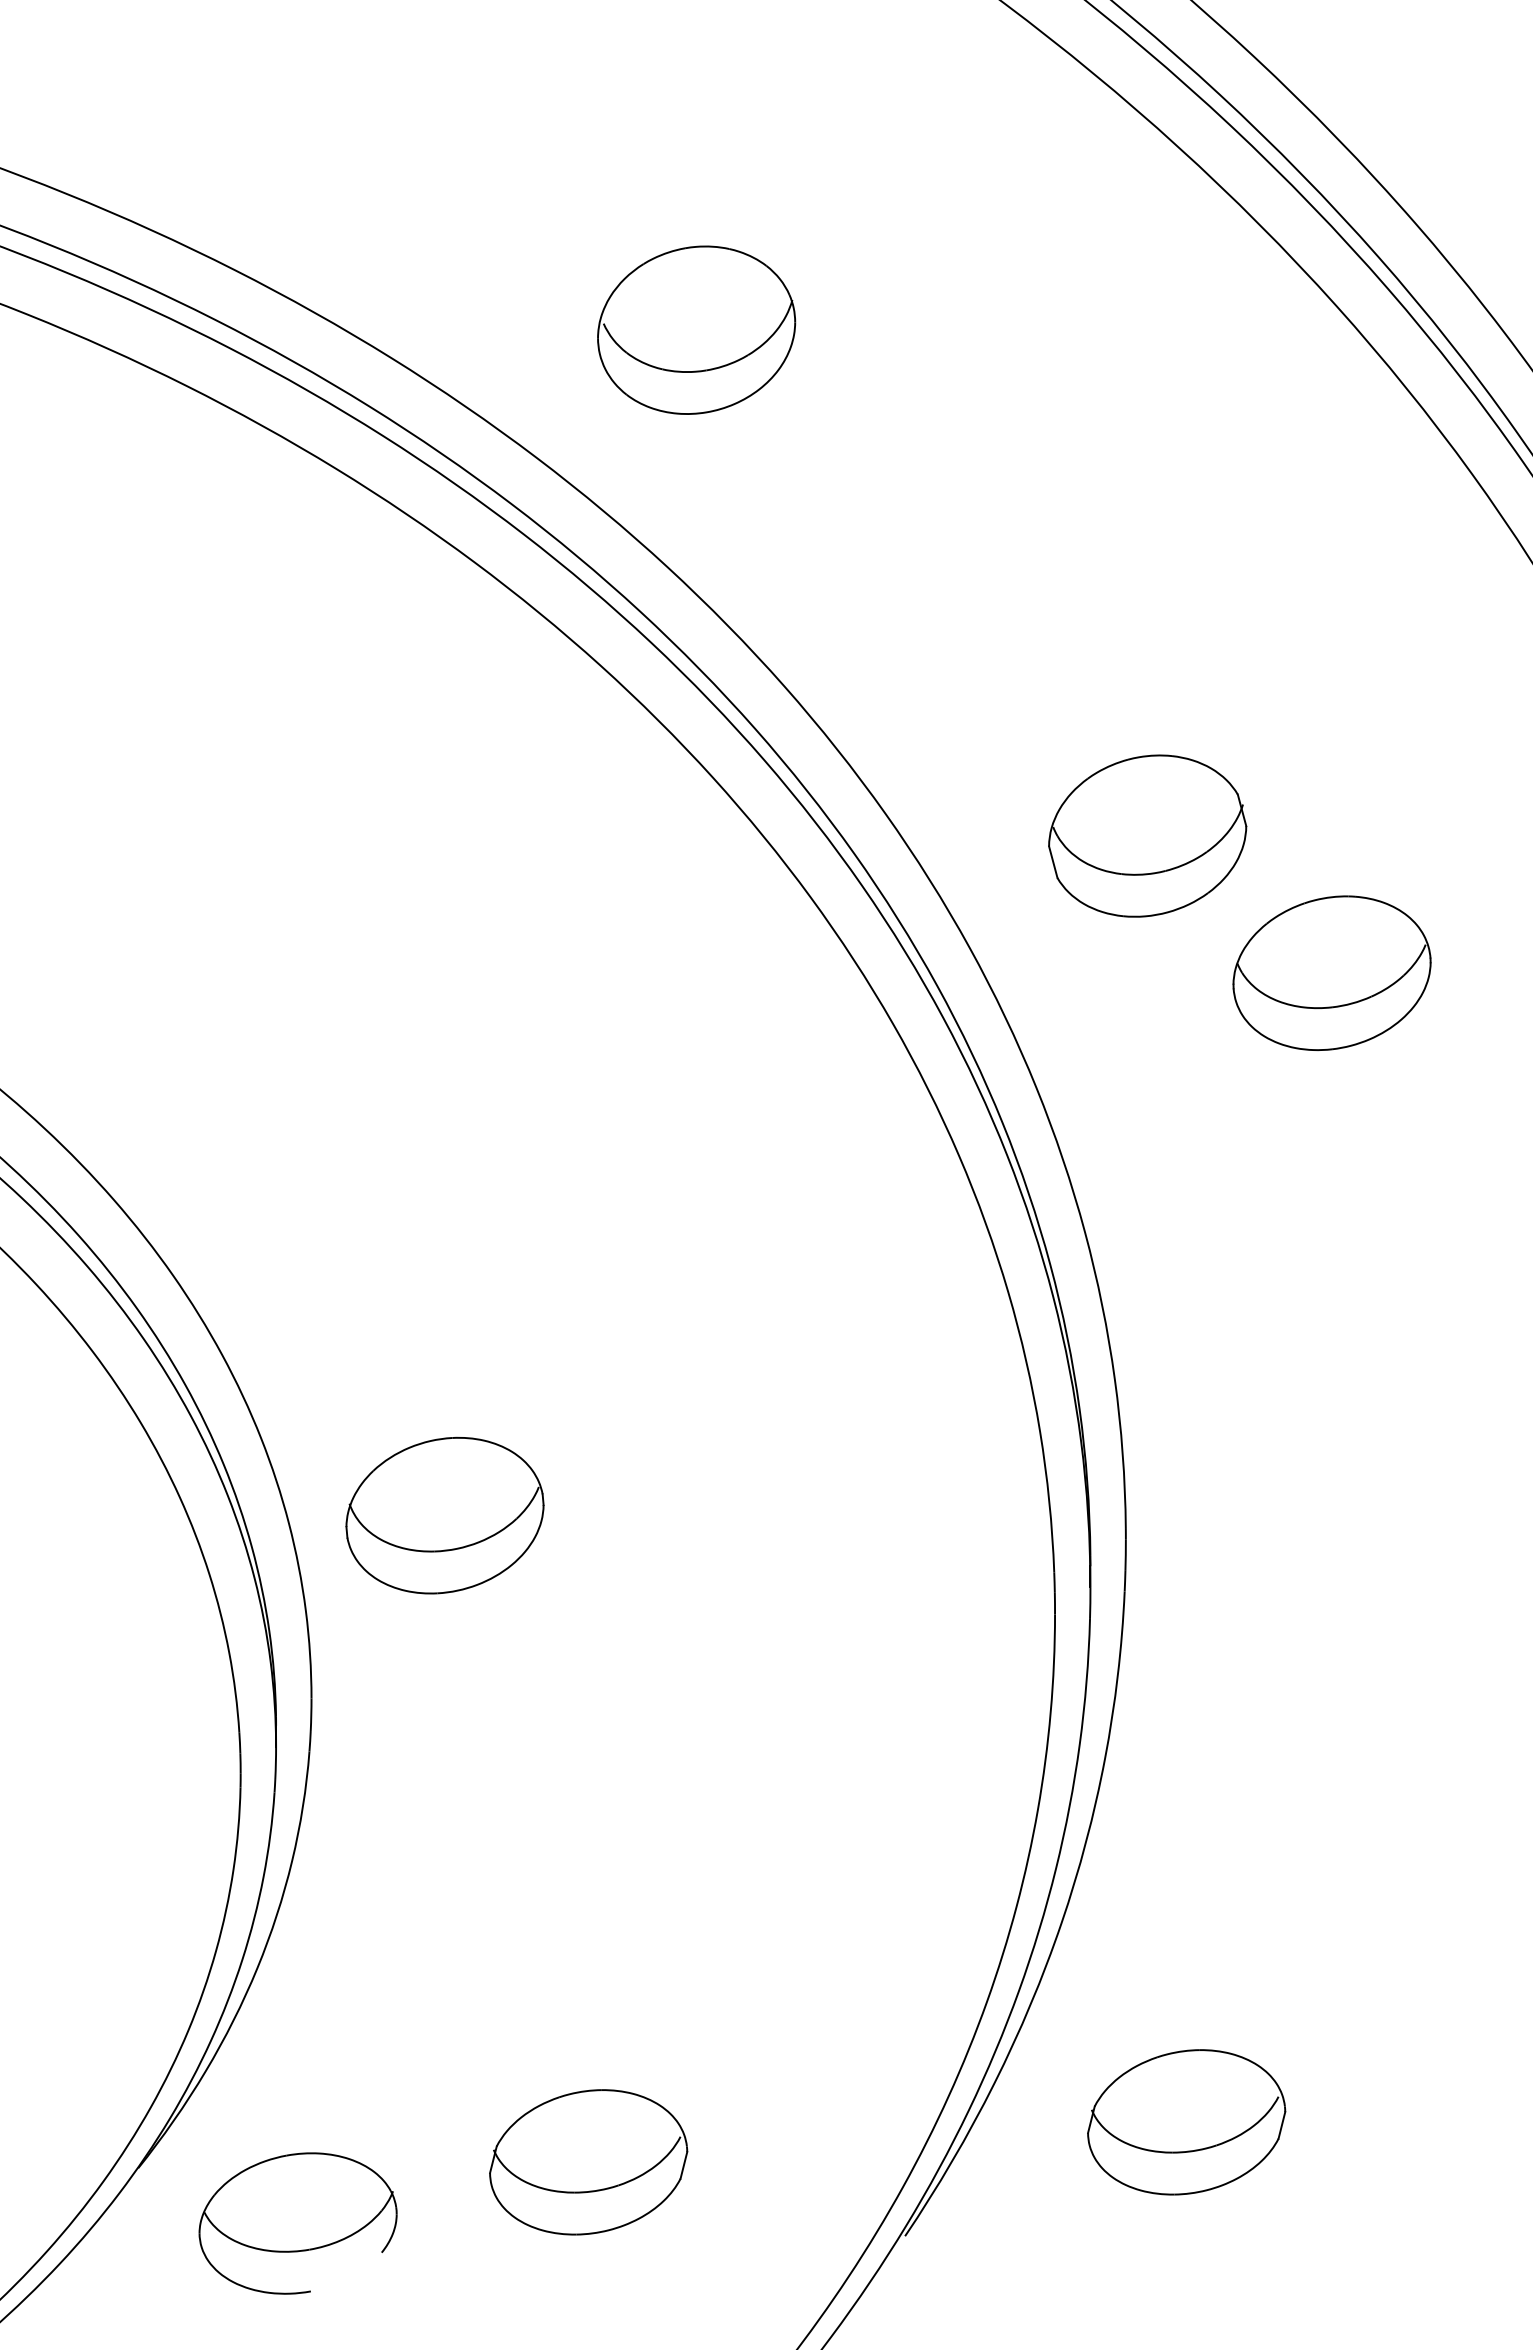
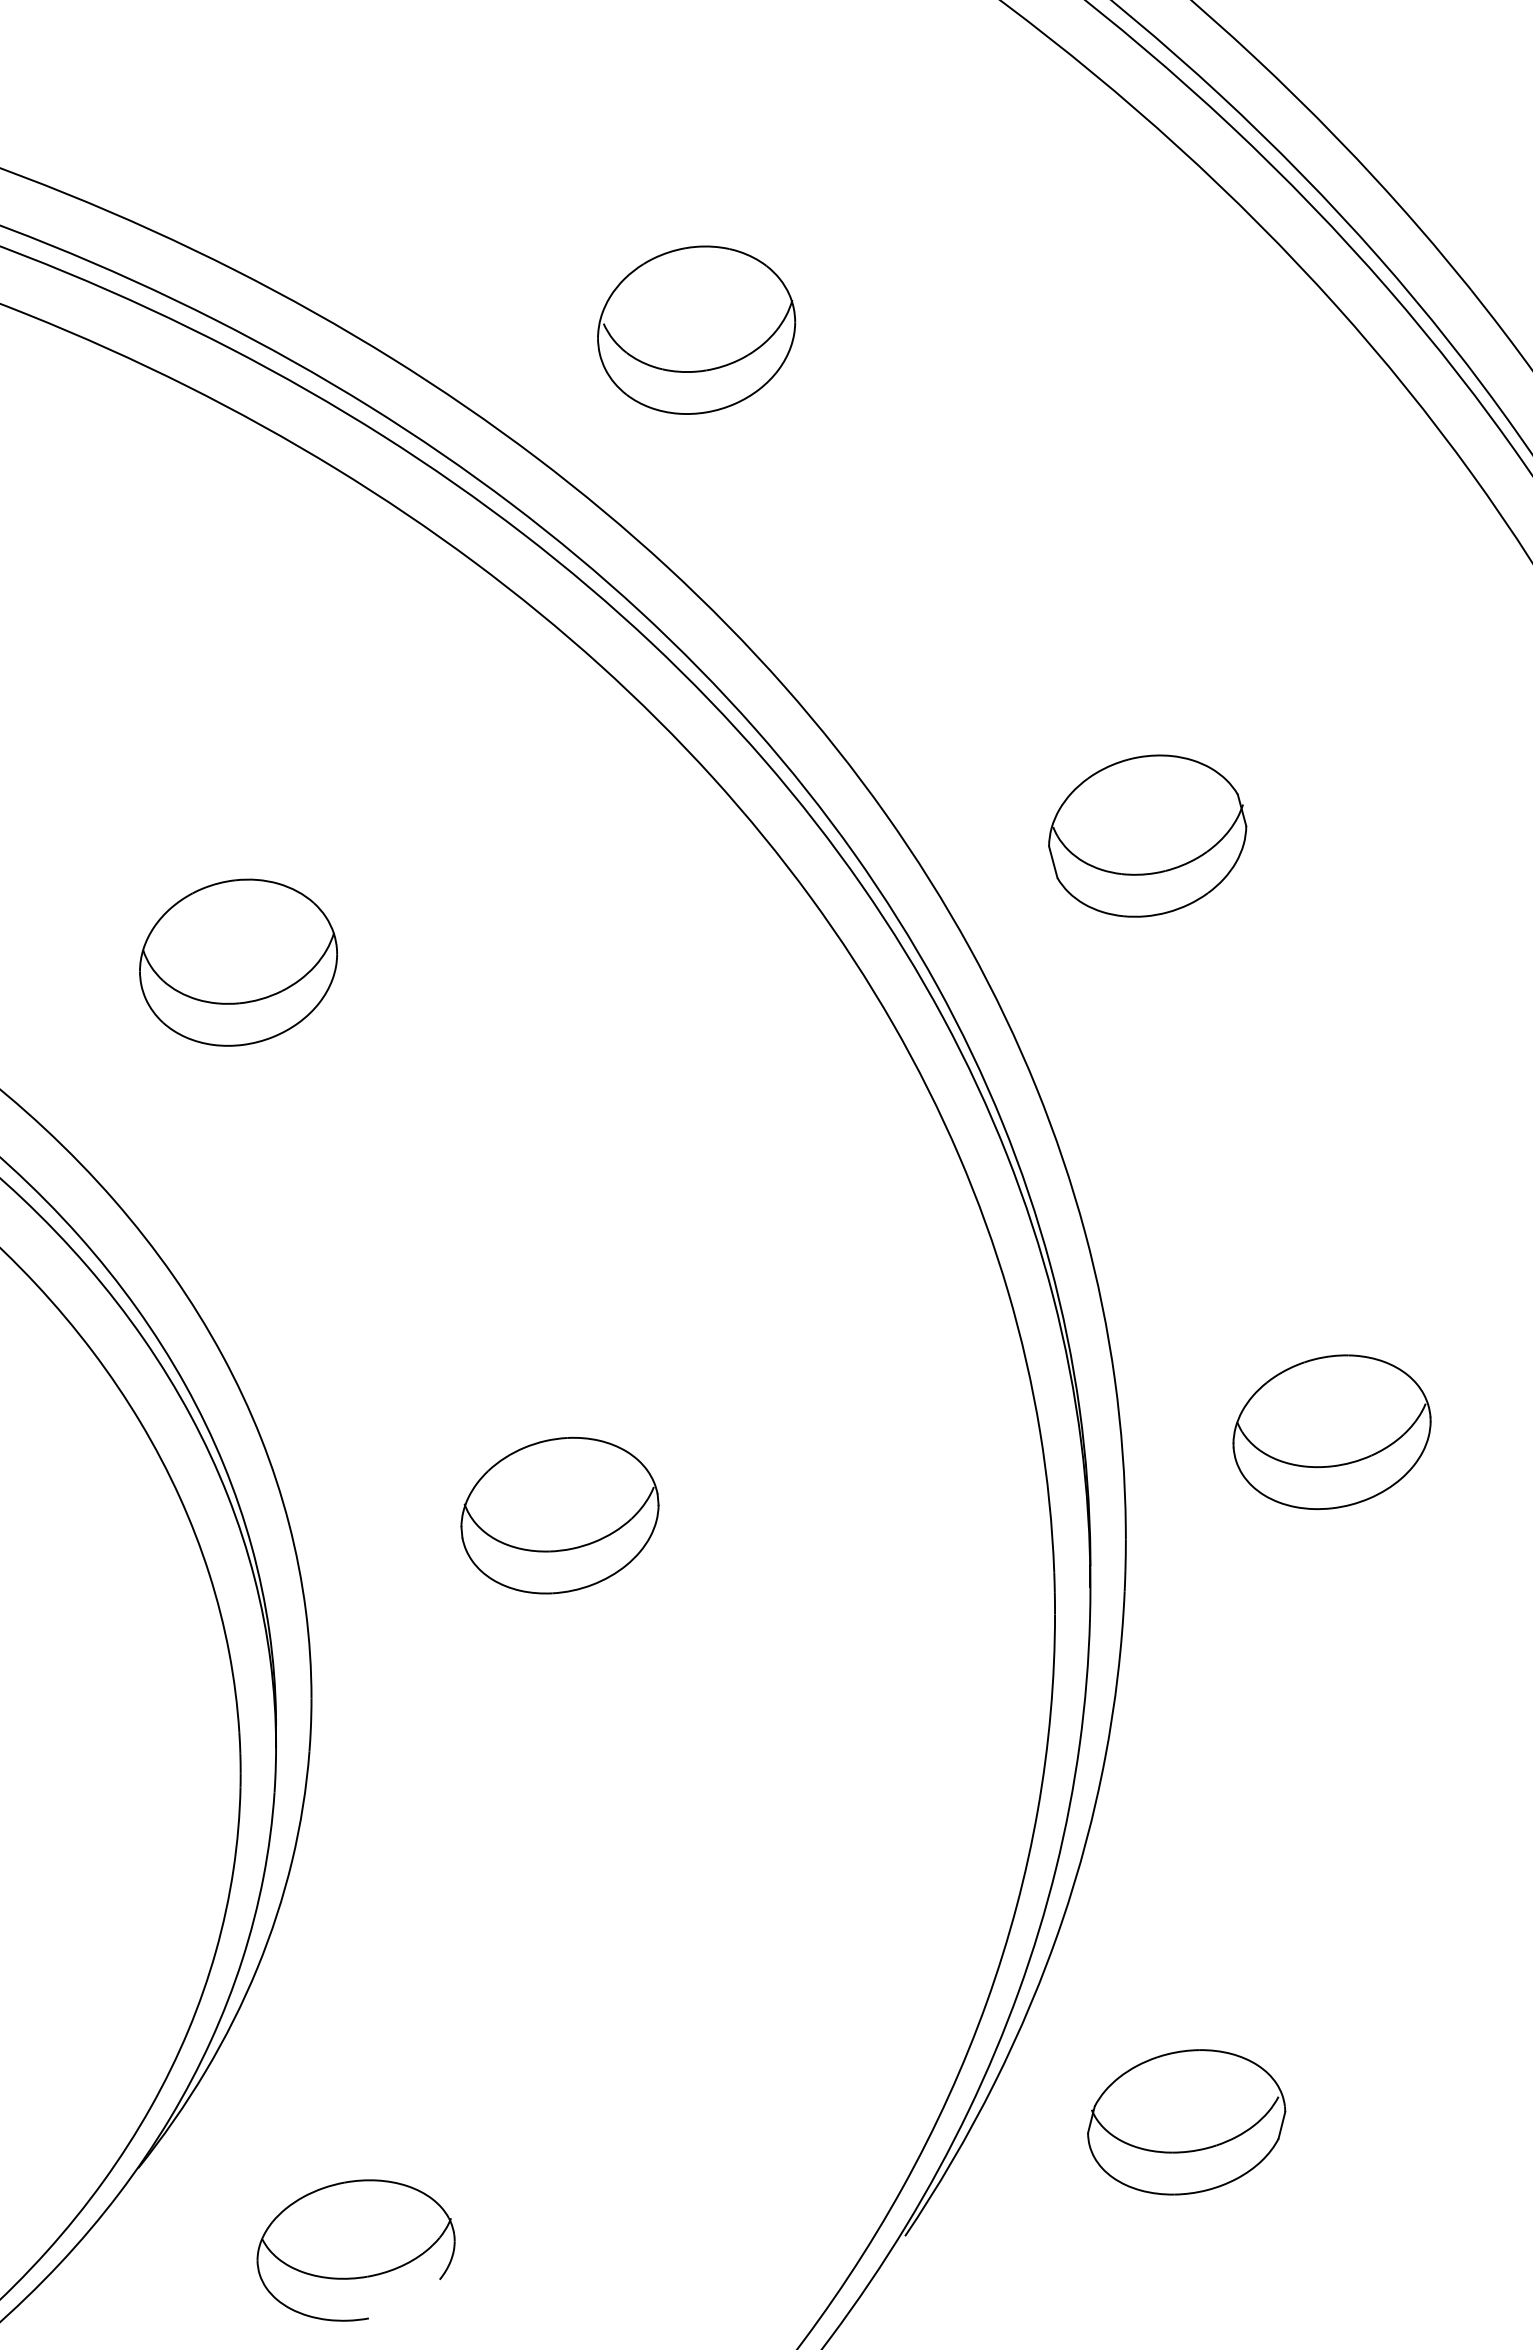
part at (238, 962): none -> present
part at (1331, 972) position: (1331, 972) -> (1331, 1431)
part at (444, 1515) position: (444, 1515) -> (559, 1515)
part at (588, 2162): present -> none
part at (297, 2223) position: (297, 2223) -> (355, 2250)
